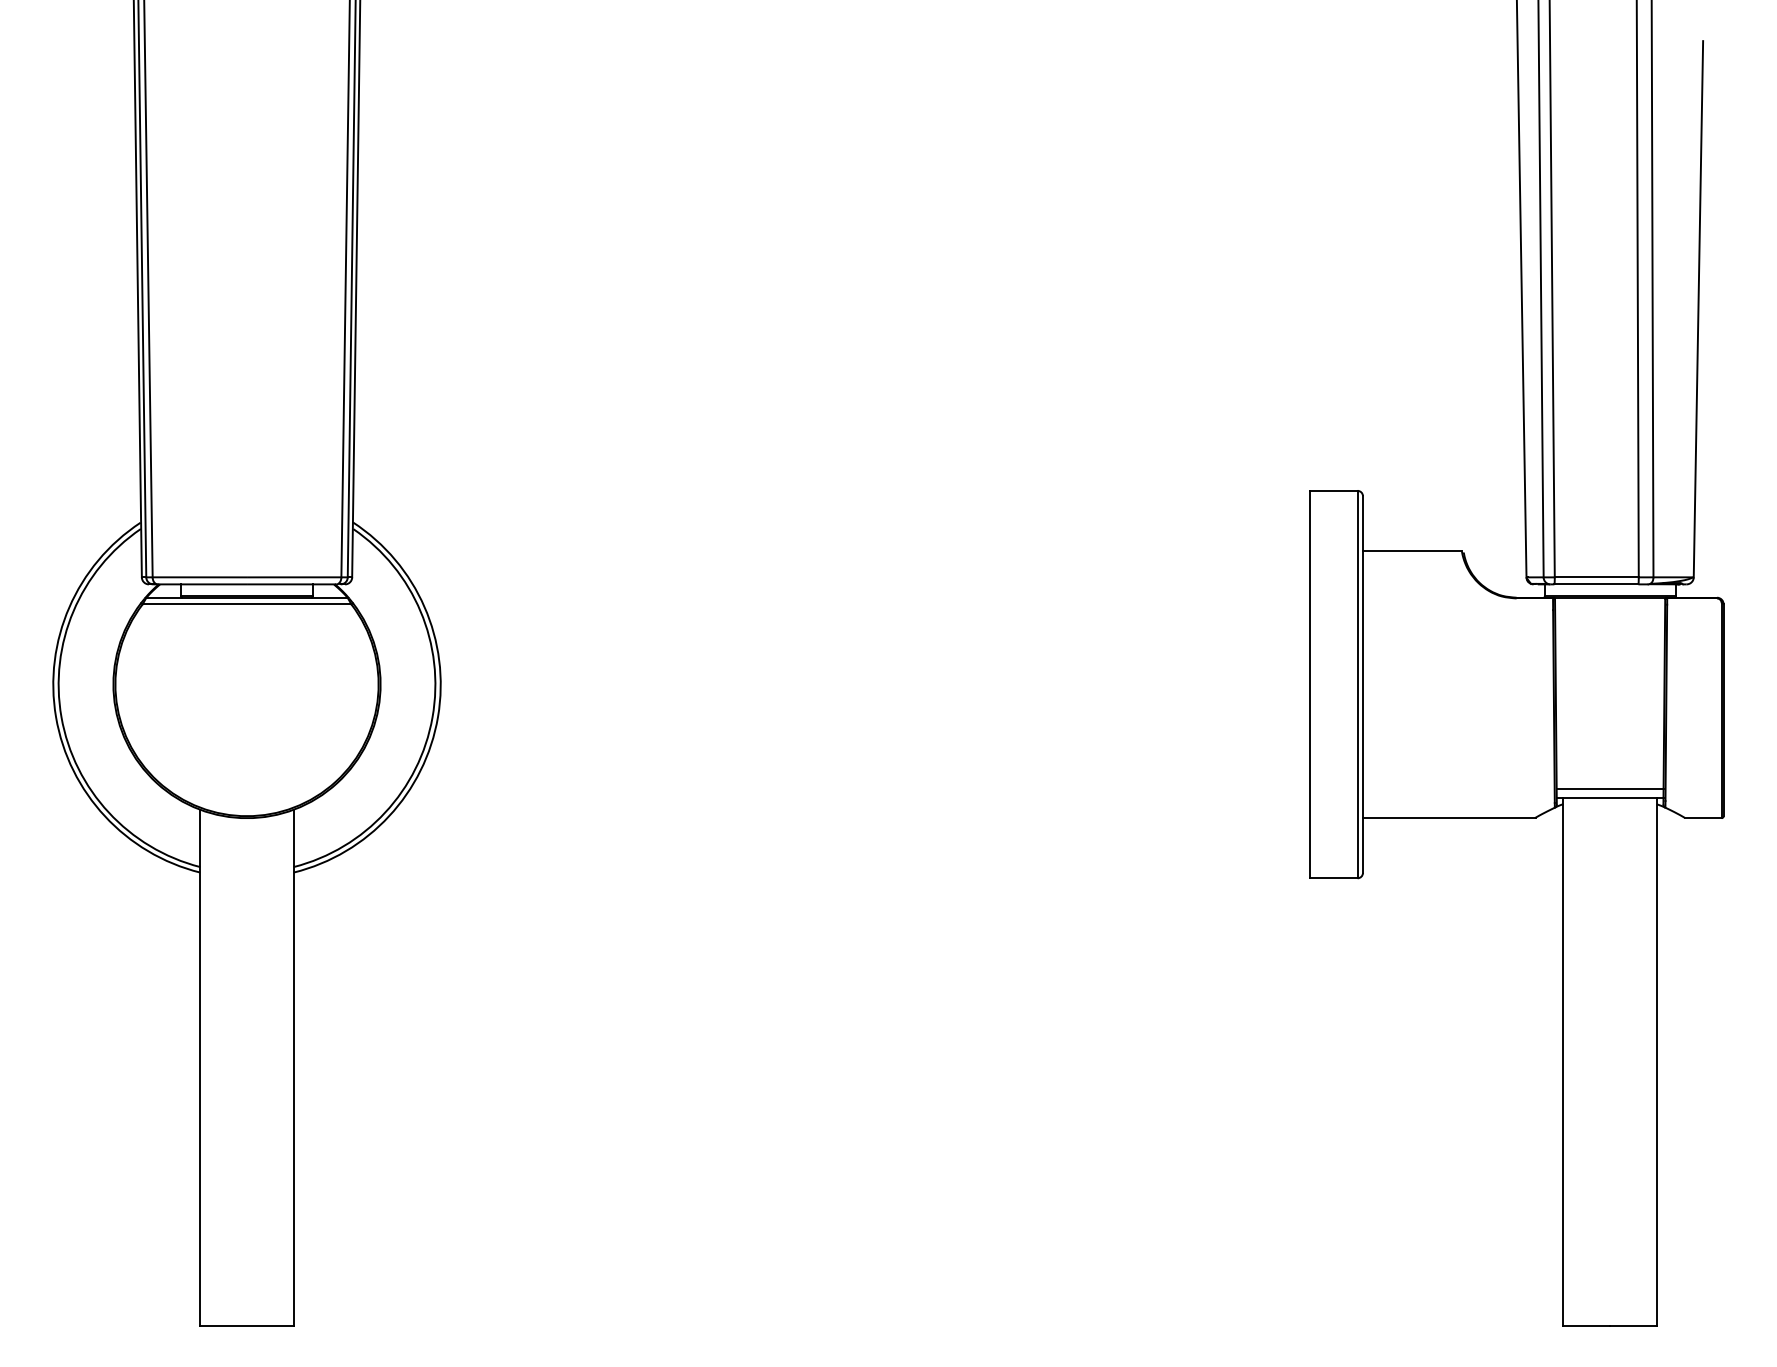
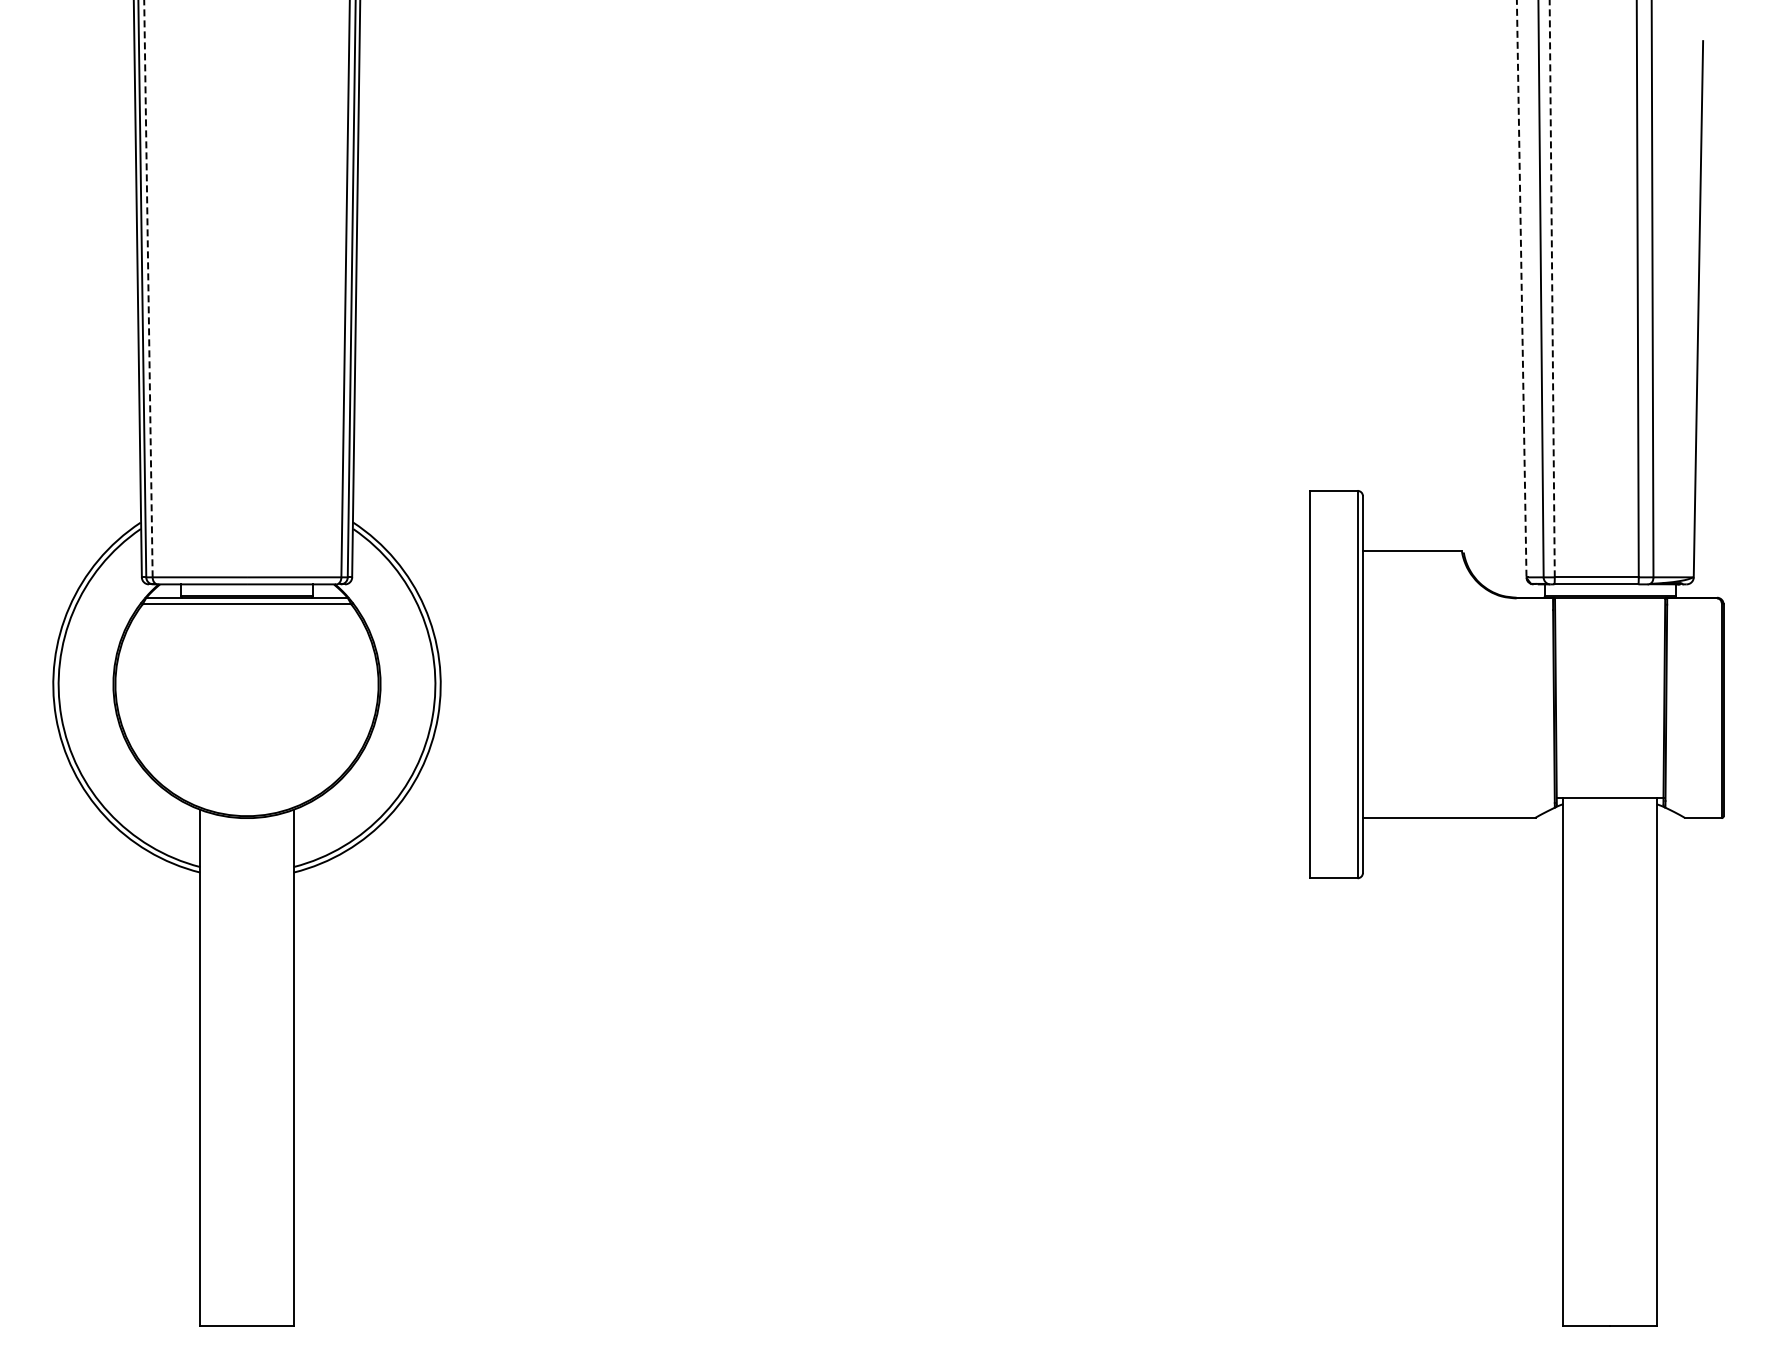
line at (148, 288): solid -> dashed
line at (1552, 288): solid -> dashed
line at (1521, 289): solid -> dashed
line at (1609, 788): present -> none
